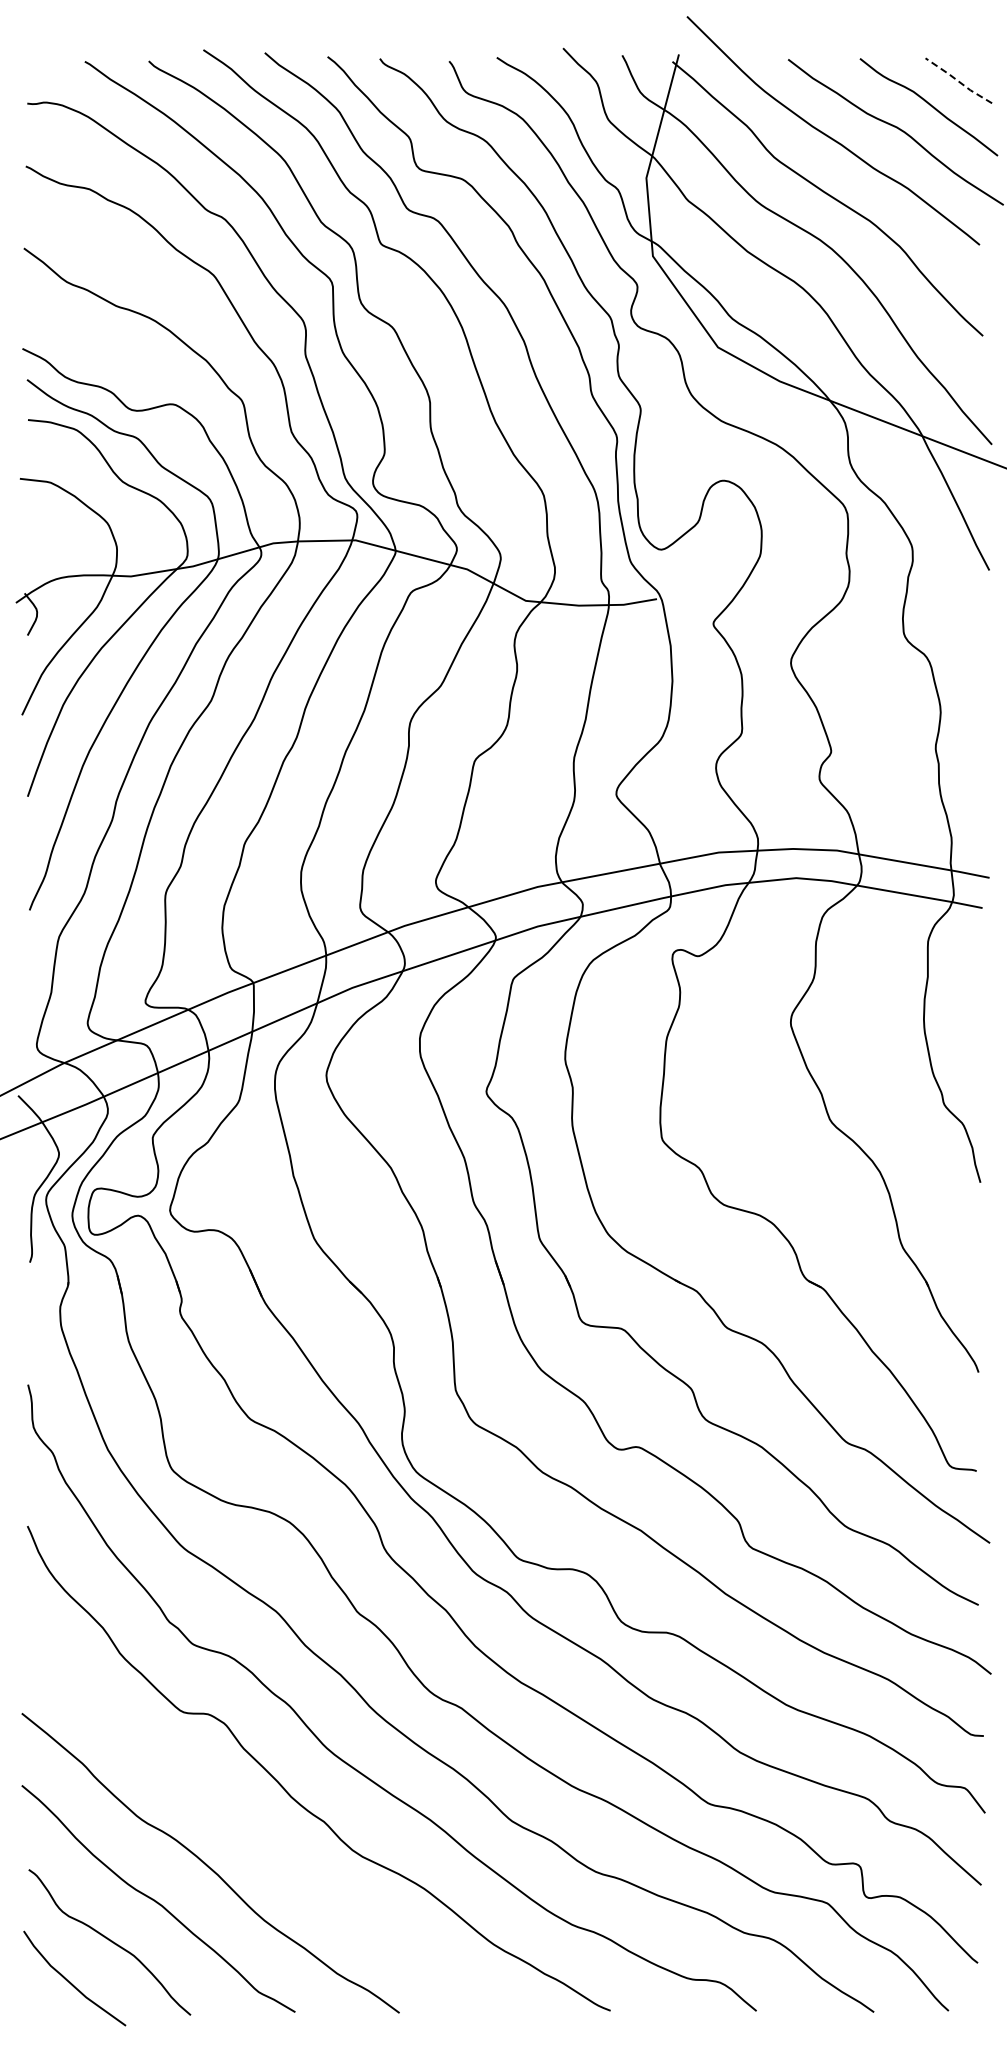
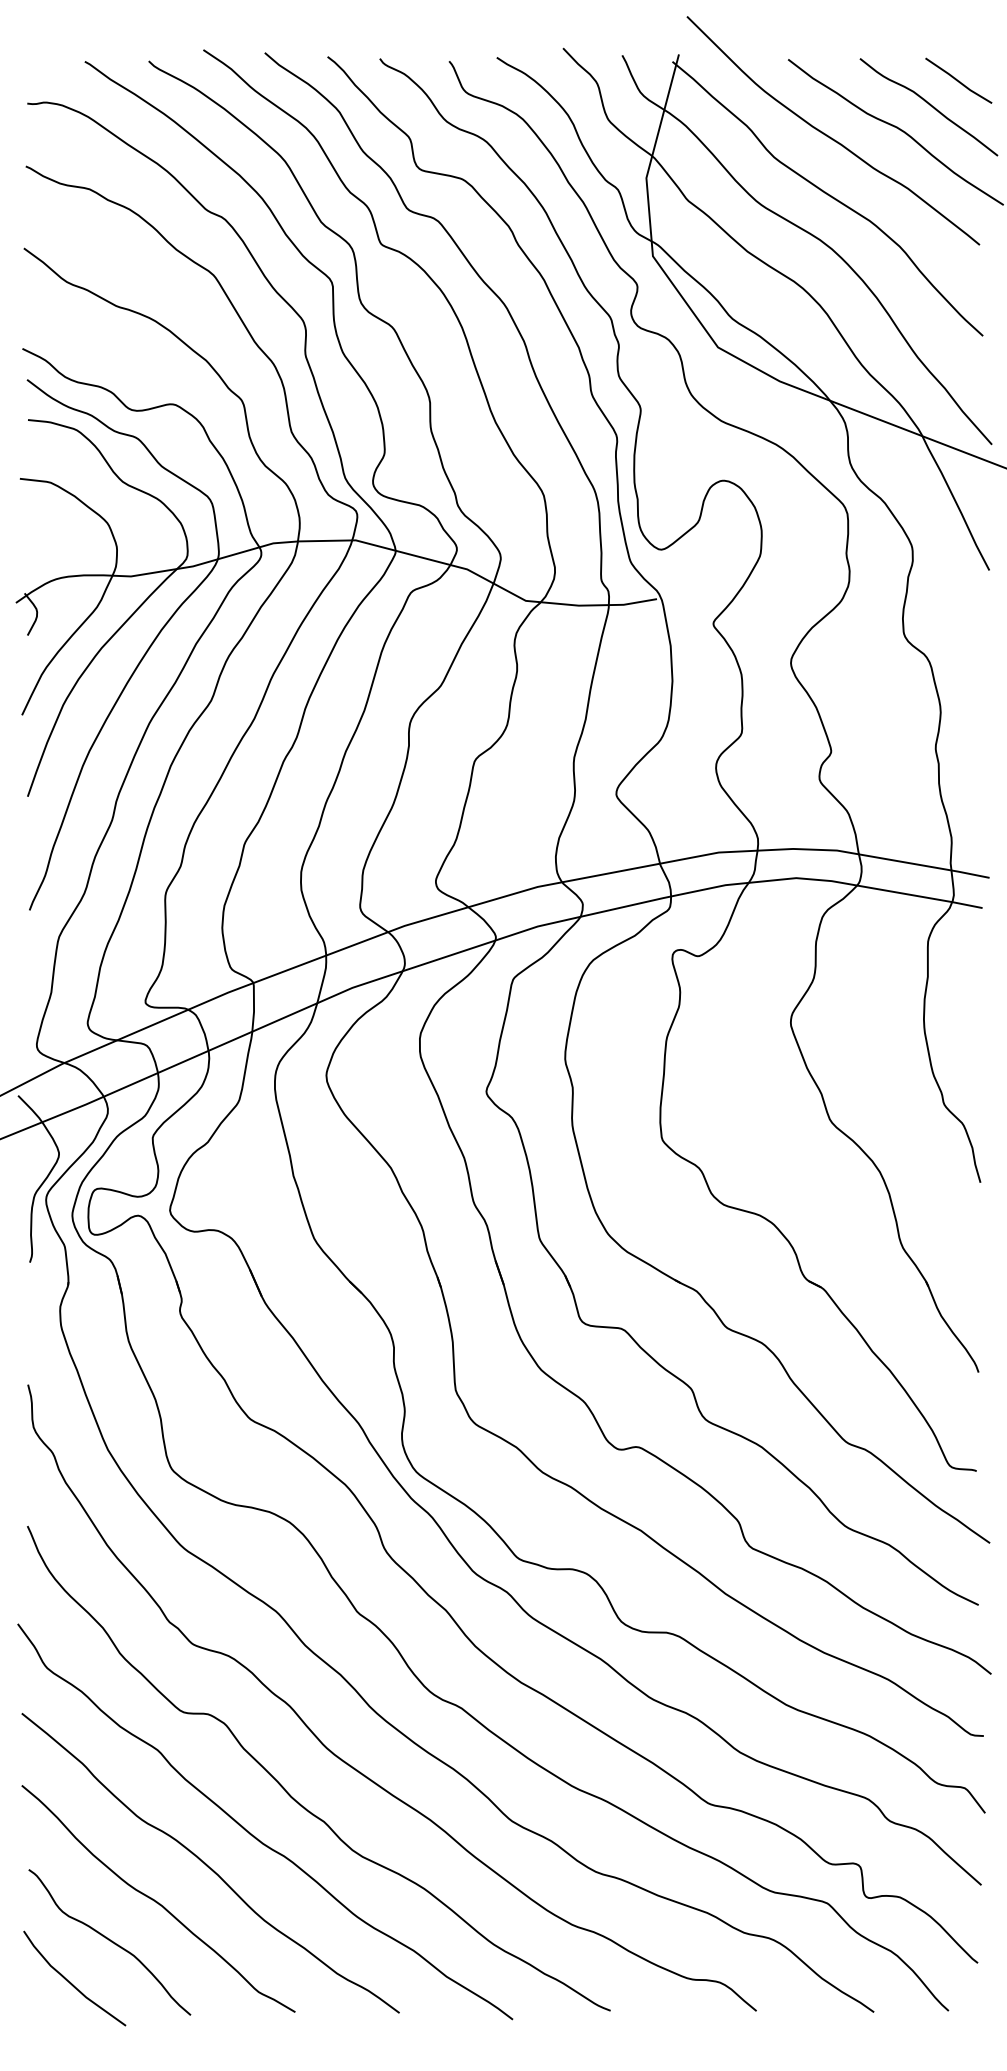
line at (958, 80): dashed -> solid
curve at (254, 1835): none -> present
